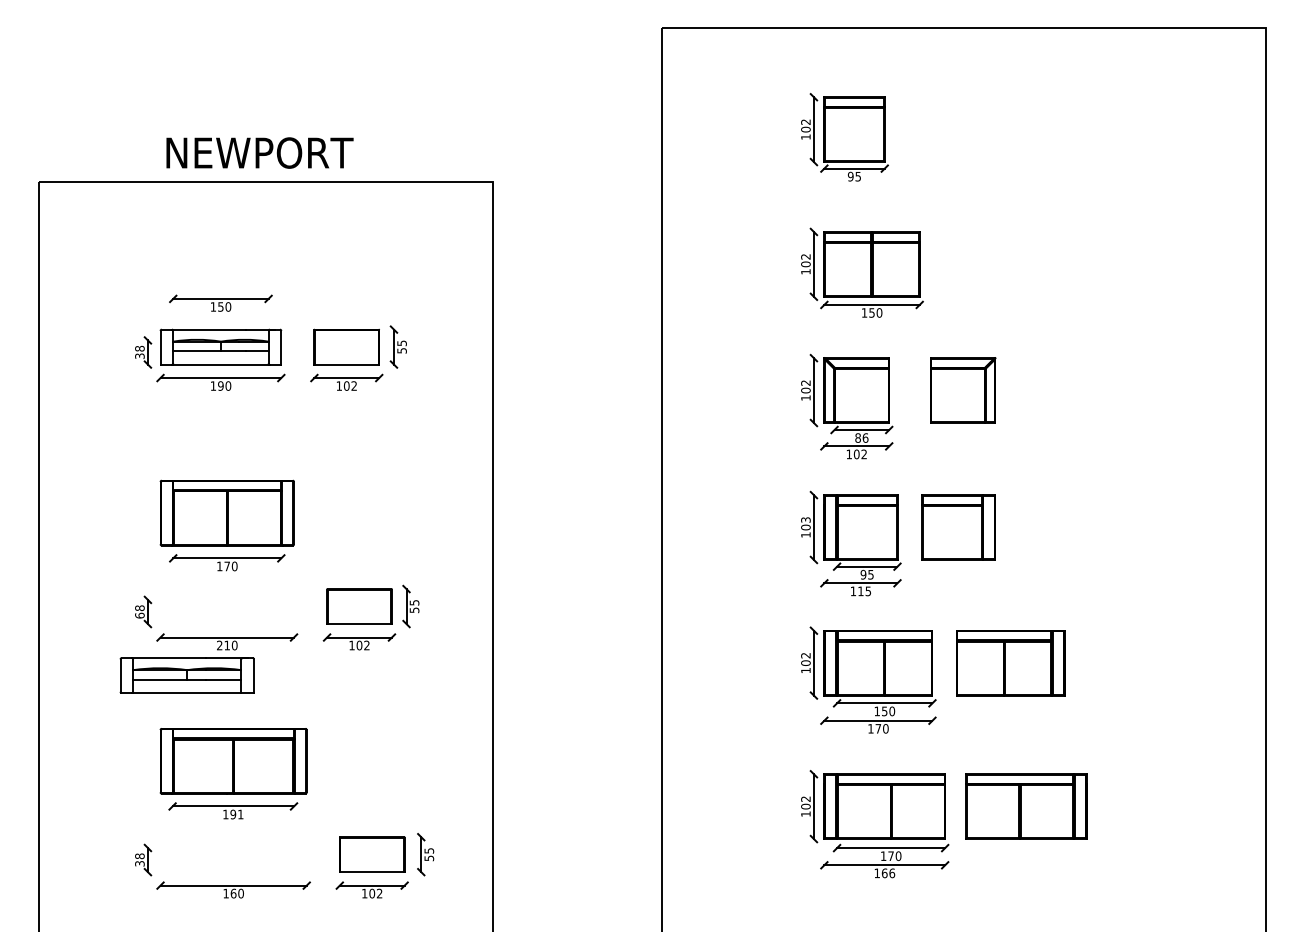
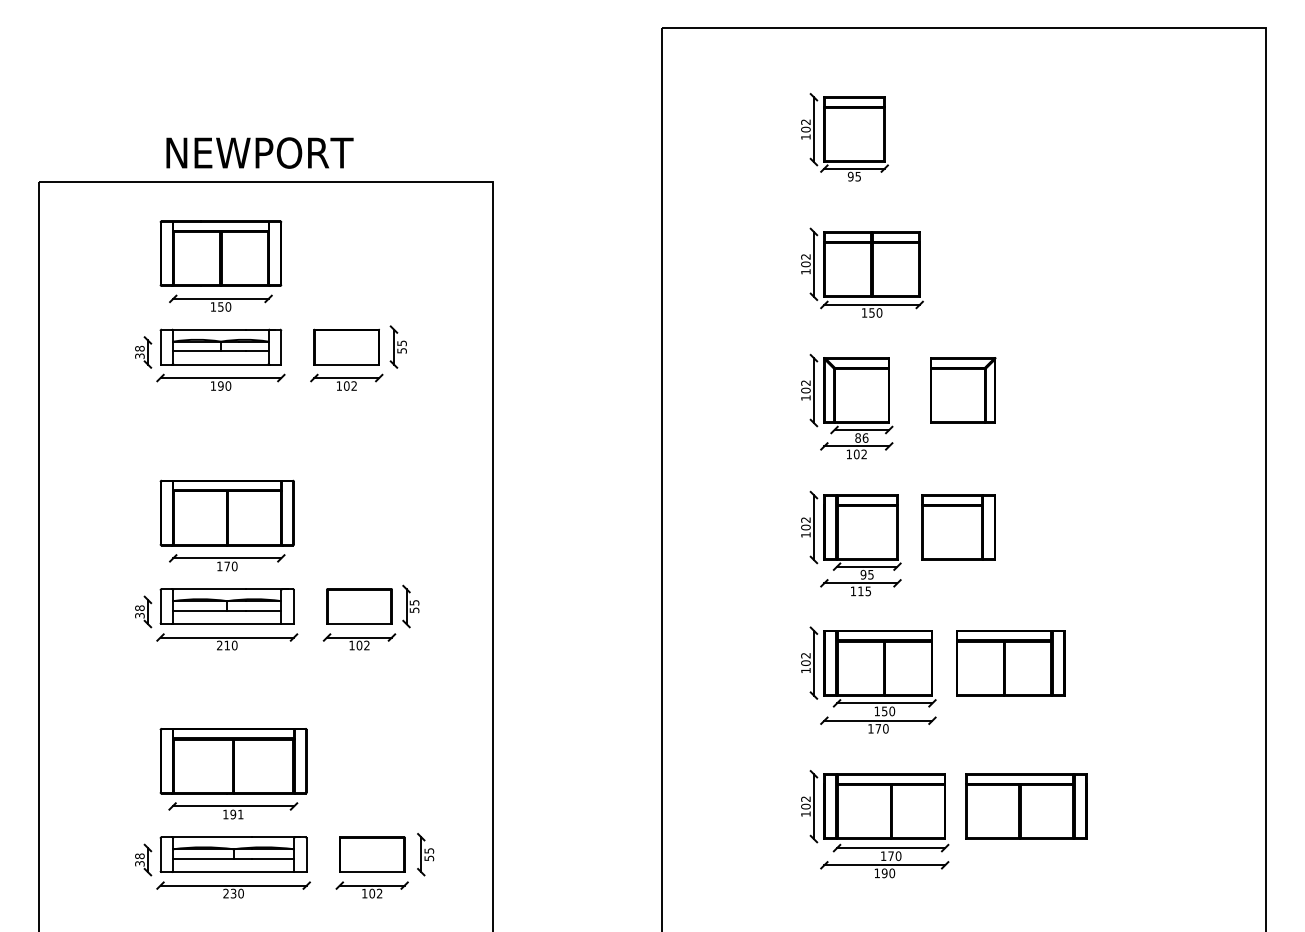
part at (220, 253): none -> present
text at (805, 519): 103 -> 102
text at (139, 615): 68 -> 38
part at (186, 675) position: (186, 675) -> (226, 606)
part at (233, 854): none -> present
text at (888, 873): 166 -> 190
text at (229, 893): 160 -> 230
